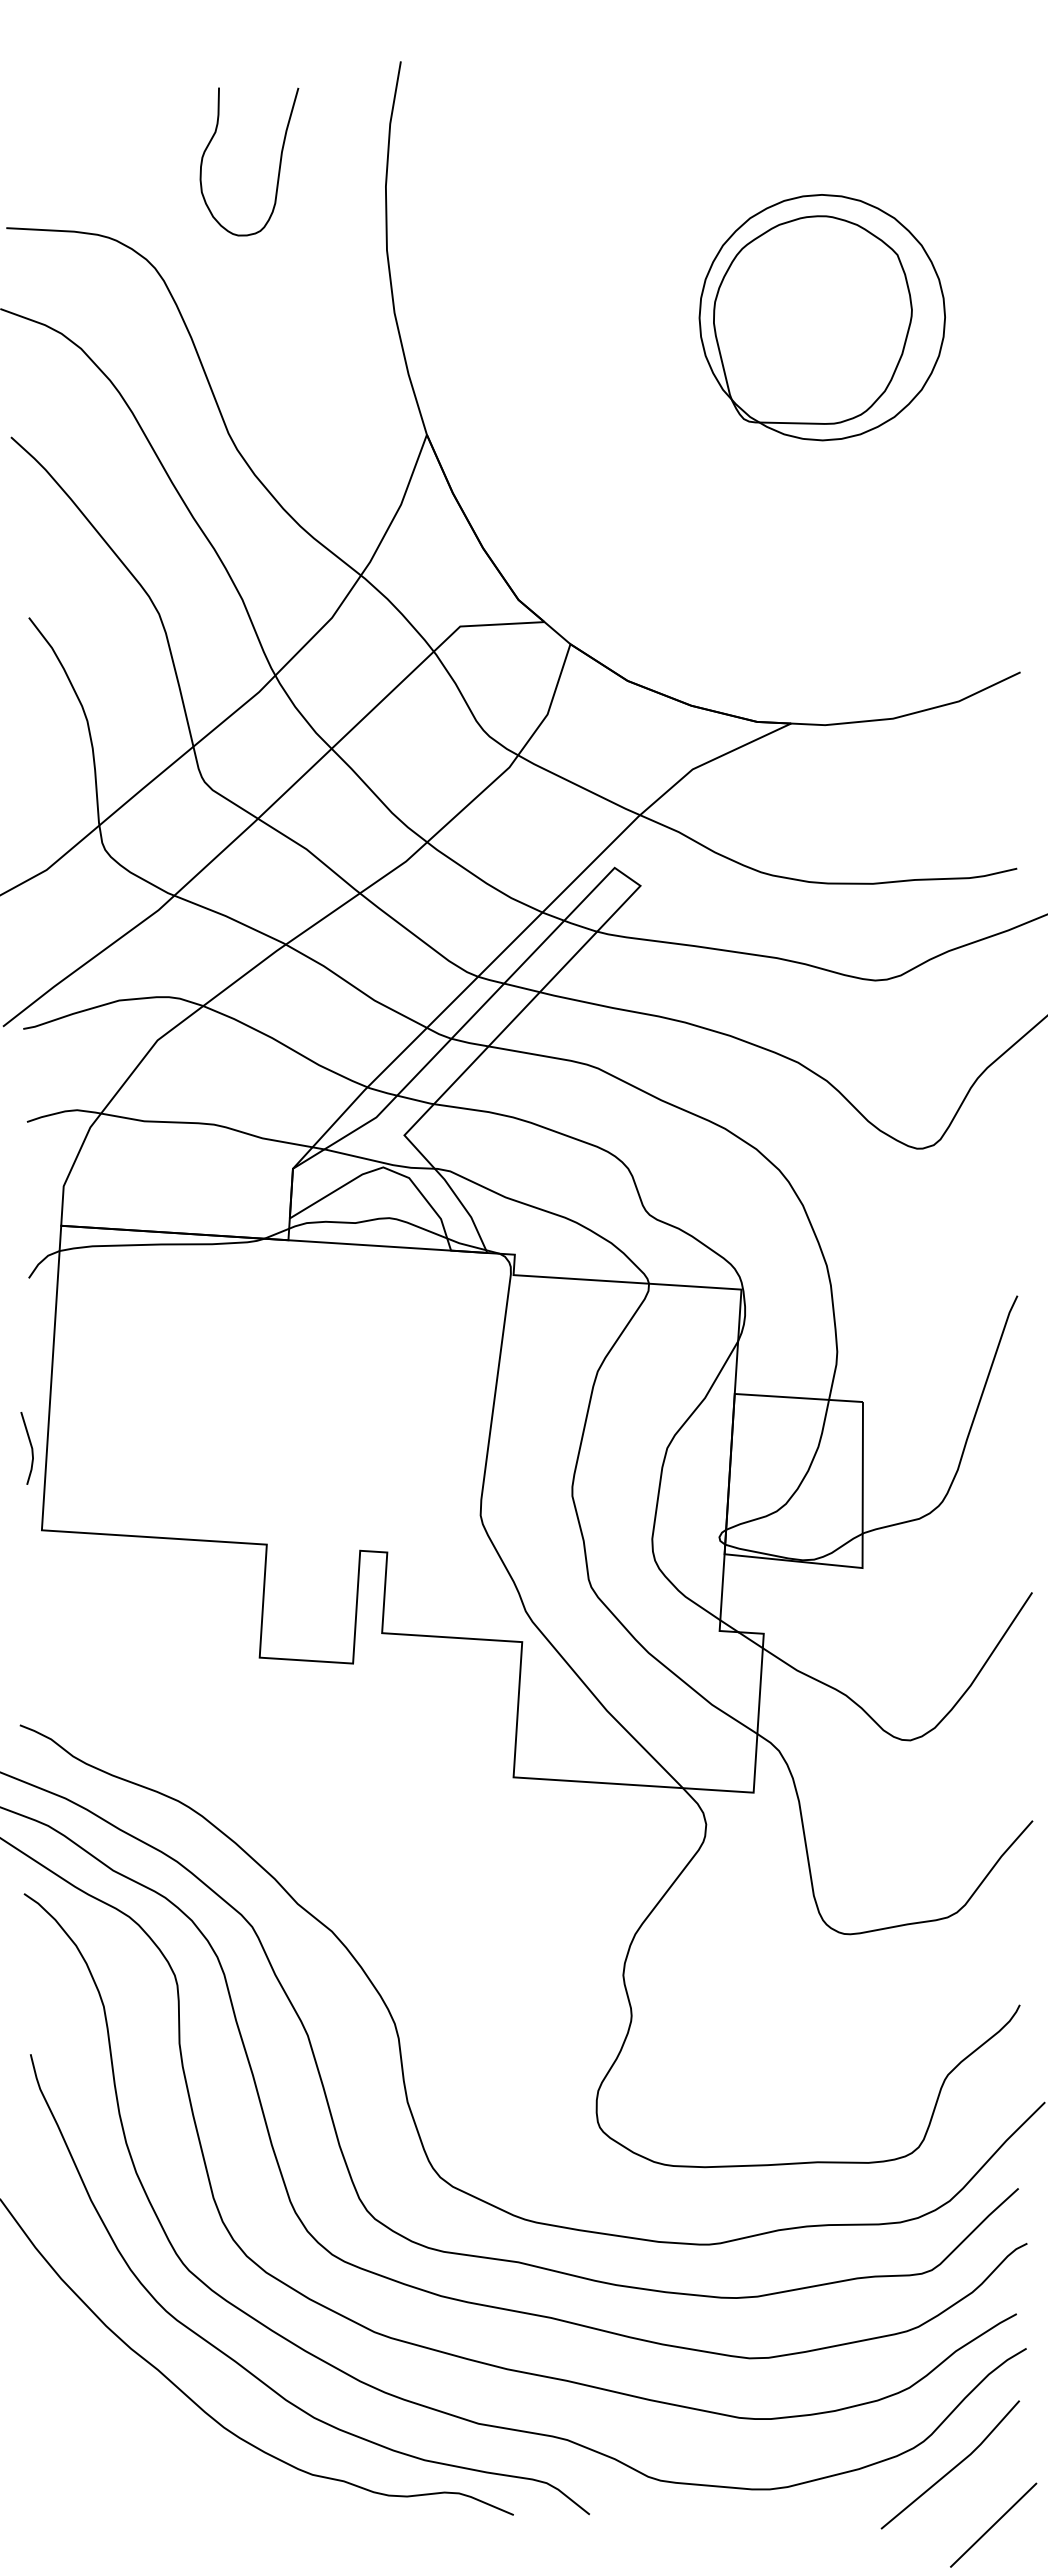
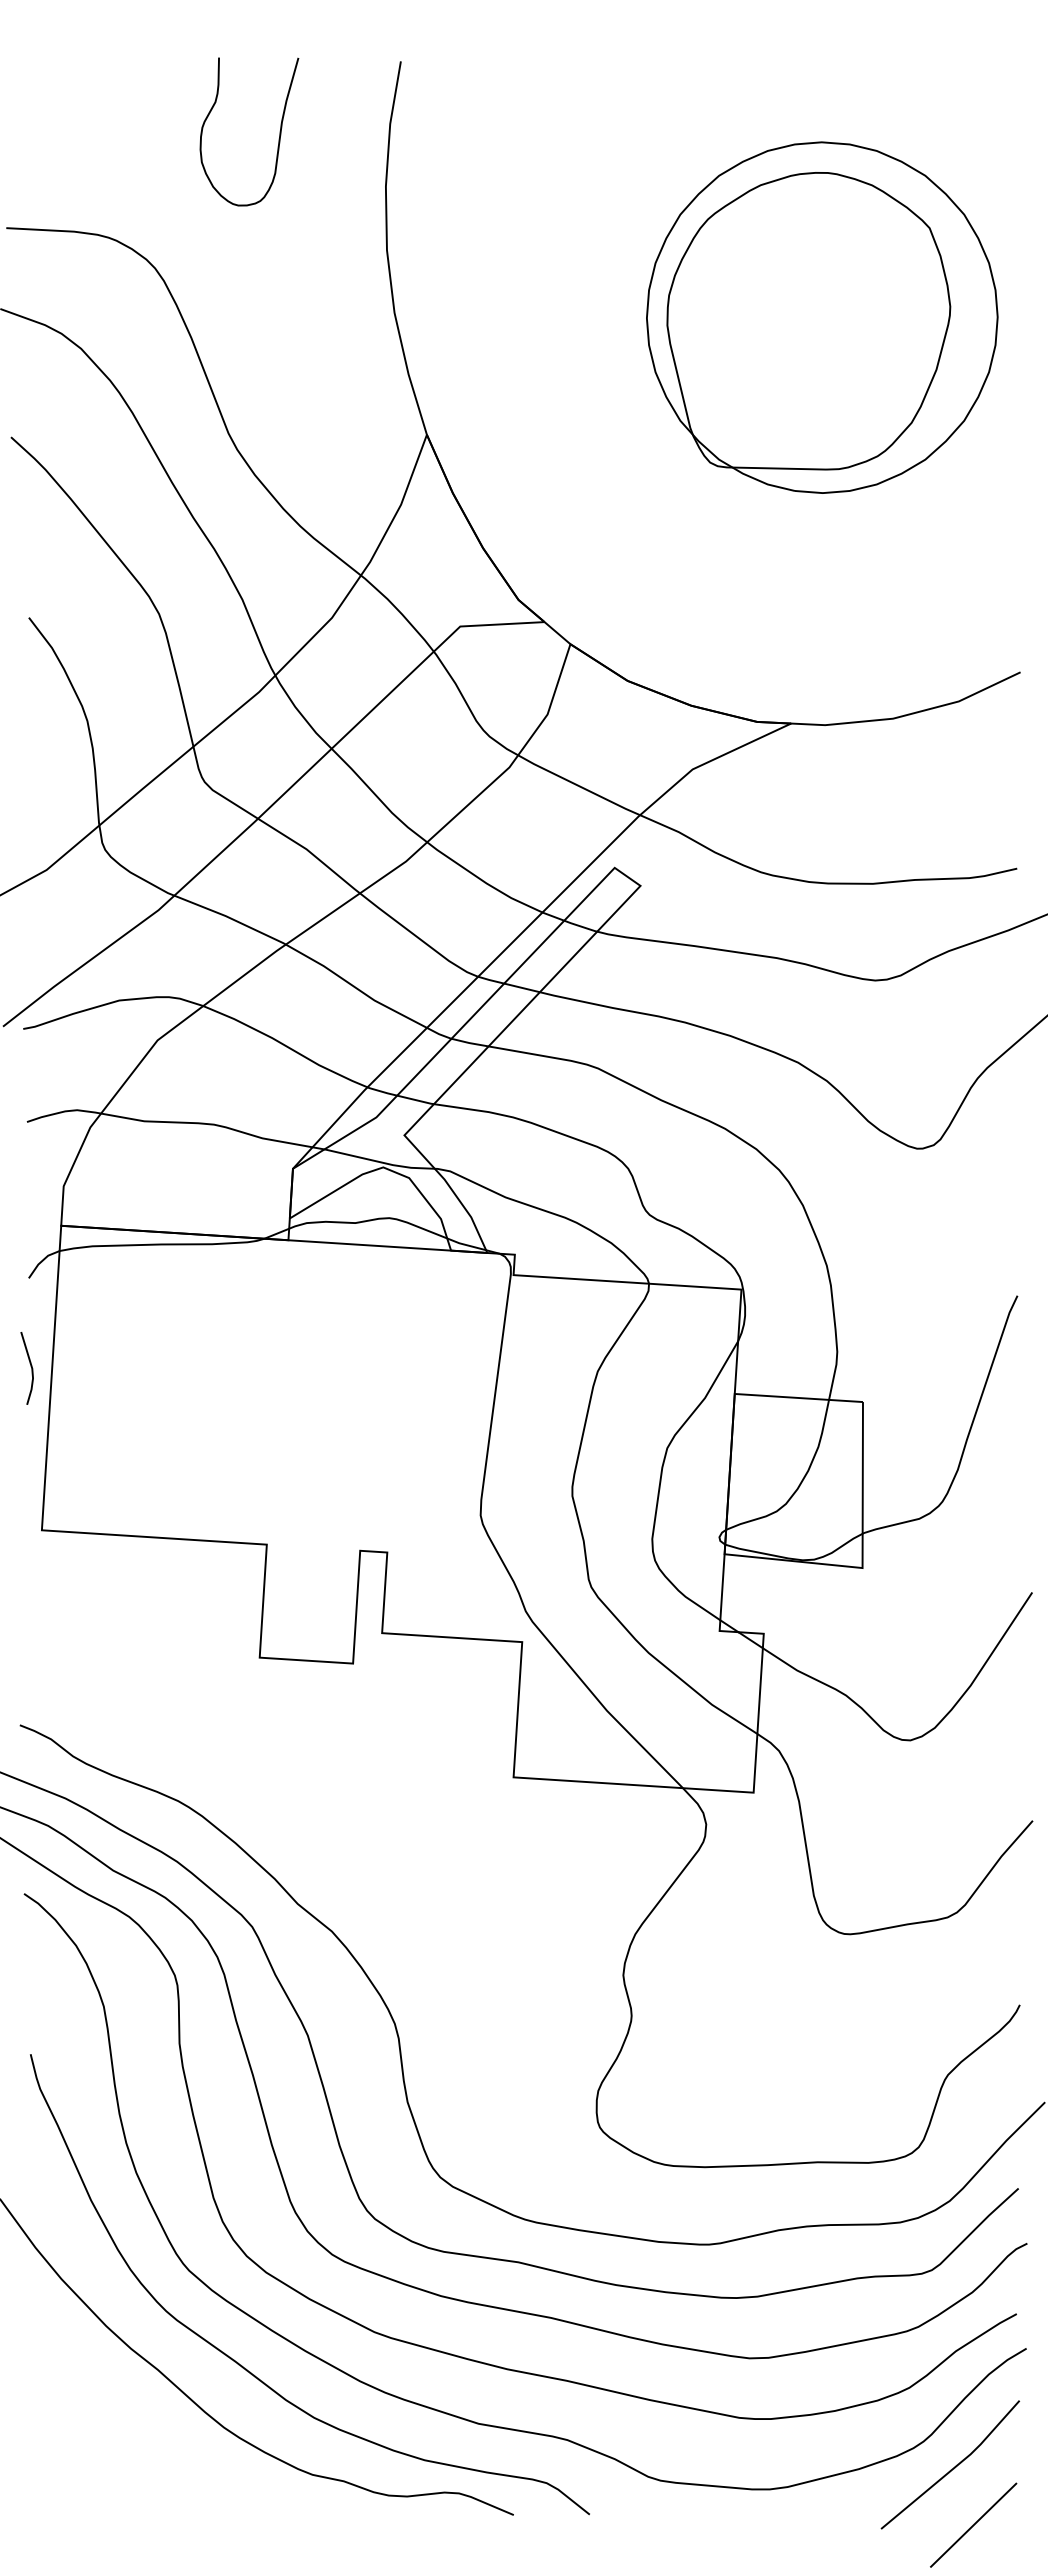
curve at (278, 168) position: (278, 168) -> (278, 138)
part at (821, 317) size: 248x248 px -> 353x353 px
line at (30, 1446) position: (30, 1446) -> (30, 1366)
line at (993, 2524) position: (993, 2524) -> (973, 2524)
